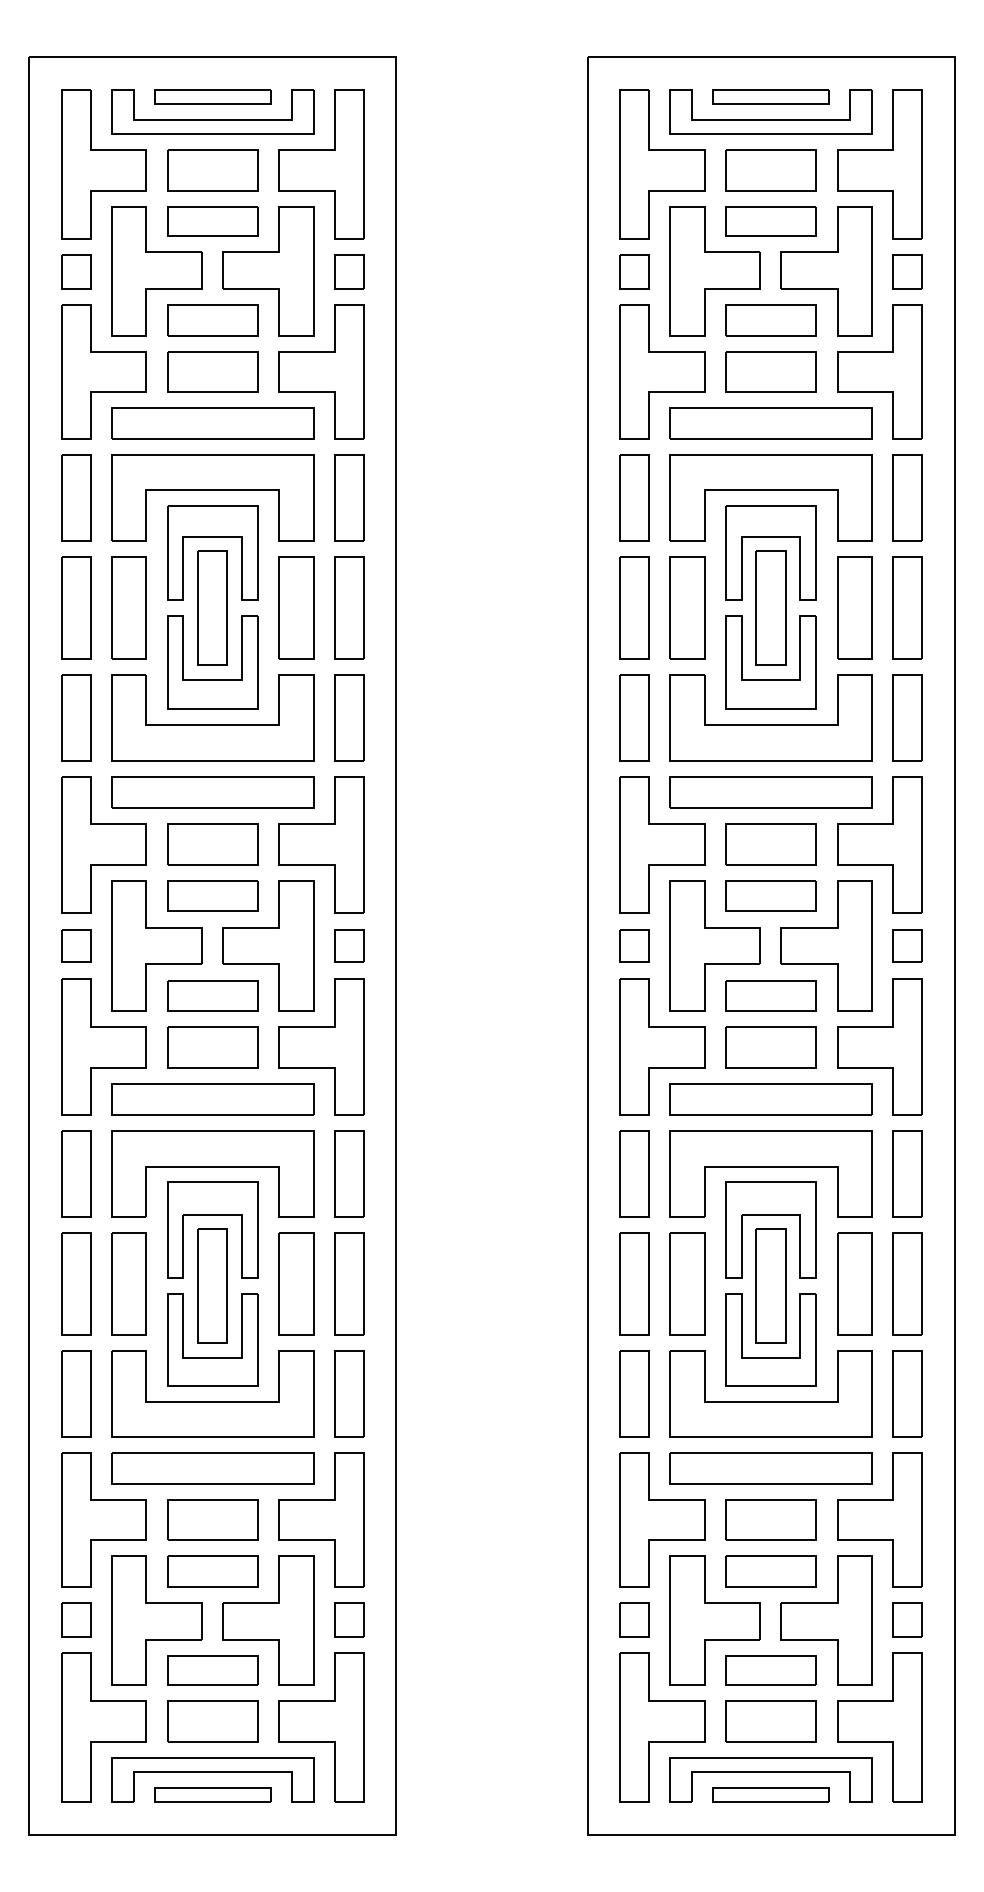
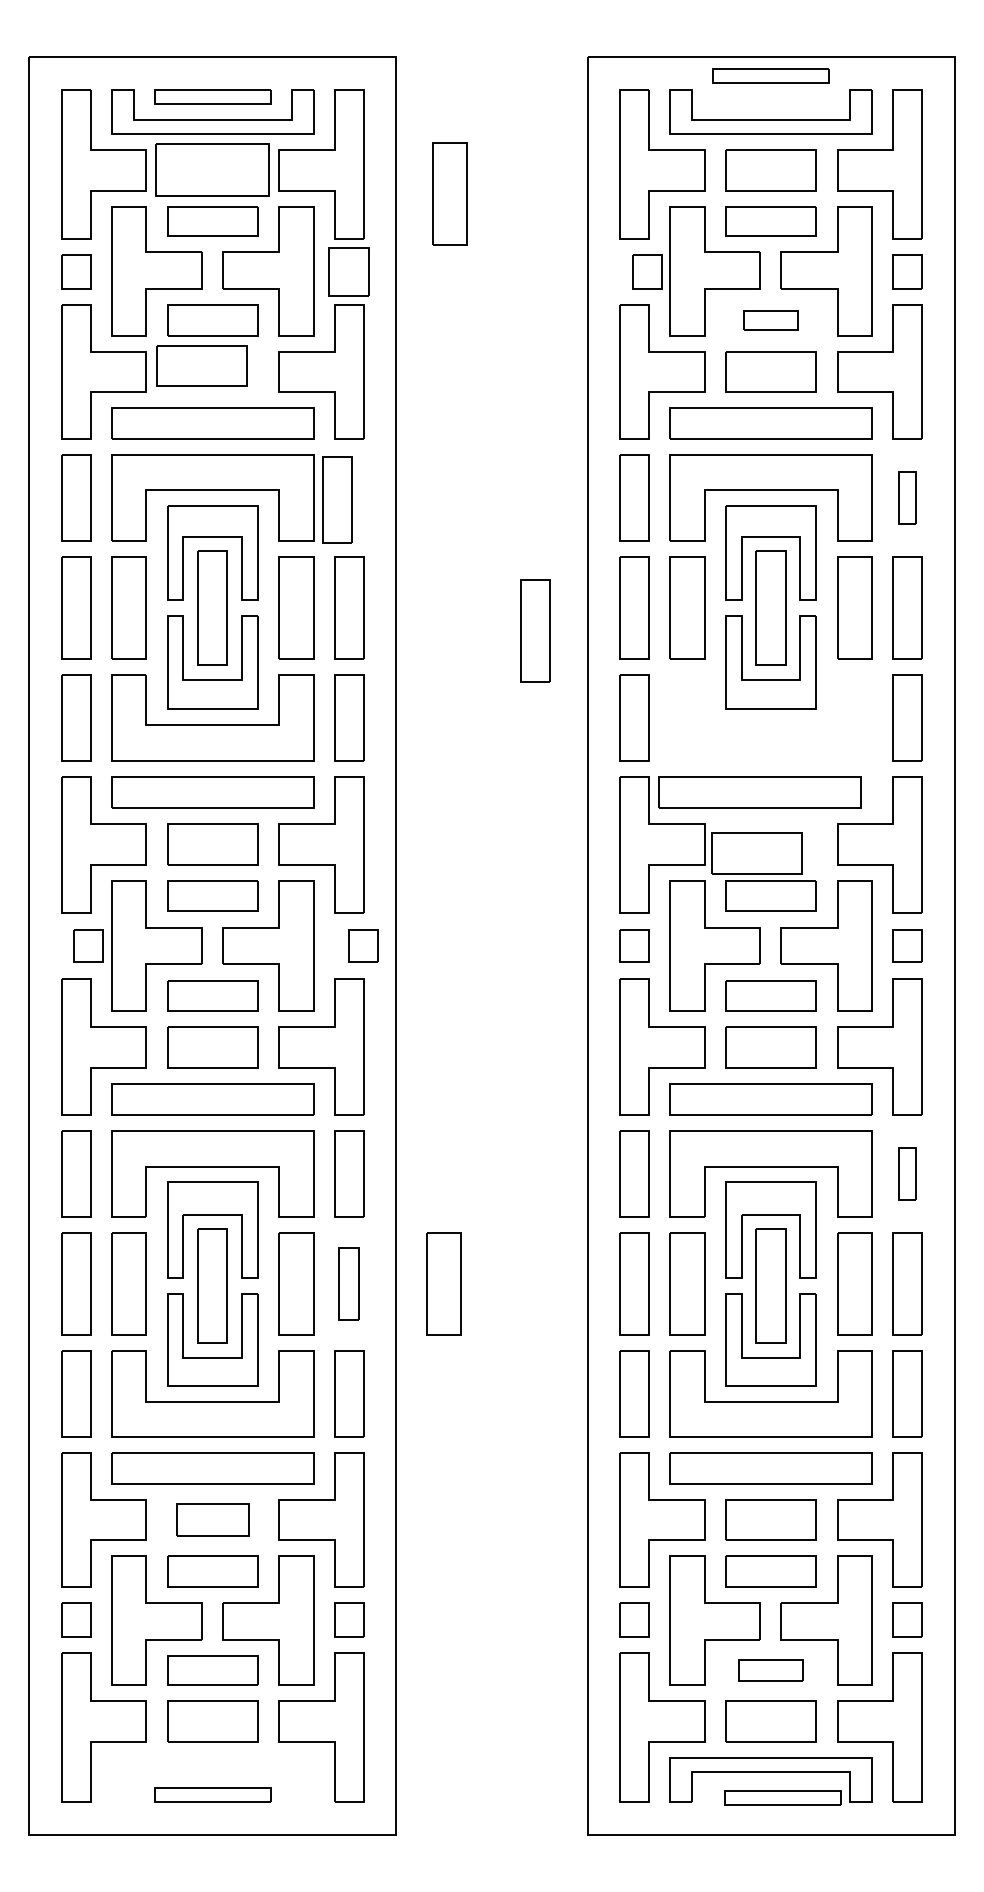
part at (770, 96) position: (770, 96) -> (770, 75)
part at (212, 170) size: 92x43 px -> 115x54 px
part at (449, 193): none -> present
part at (349, 271) size: 31x36 px -> 42x50 px
part at (634, 271) position: (634, 271) -> (647, 271)
part at (770, 320) size: 92x33 px -> 56x21 px
part at (212, 371) position: (212, 371) -> (201, 365)
part at (349, 497) position: (349, 497) -> (337, 499)
part at (907, 497) size: 31x88 px -> 19x54 px
part at (535, 630): none -> present
part at (770, 724): present -> none
part at (770, 792) position: (770, 792) -> (759, 792)
part at (770, 844) position: (770, 844) -> (756, 853)
part at (76, 945) position: (76, 945) -> (88, 945)
part at (349, 945) position: (349, 945) -> (363, 945)
part at (907, 1173) size: 31x88 px -> 19x54 px
part at (349, 1283) size: 31x104 px -> 22x74 px
part at (443, 1283): none -> present
part at (212, 1519) size: 92x42 px -> 74x34 px
part at (770, 1670) size: 92x31 px -> 66x23 px
part at (212, 1772): present -> none
part at (770, 1794) position: (770, 1794) -> (782, 1797)
